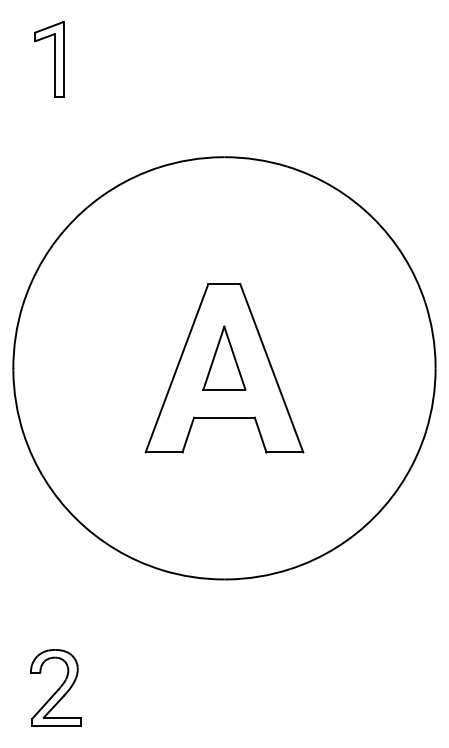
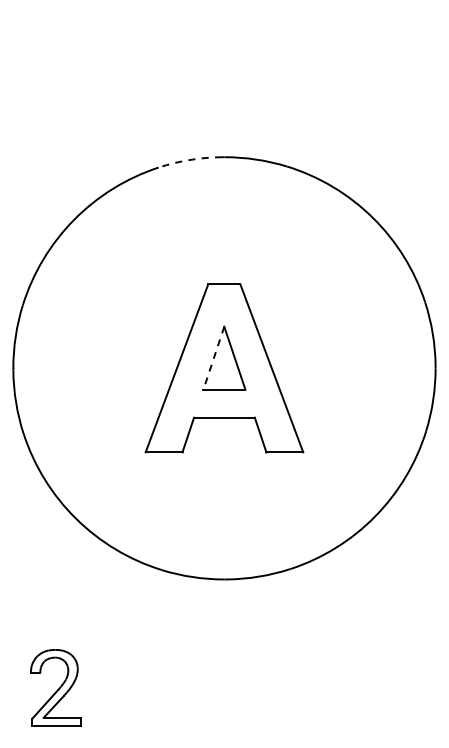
part at (49, 59): present -> none
arc at (189, 160): solid -> dashed
line at (213, 358): solid -> dashed
